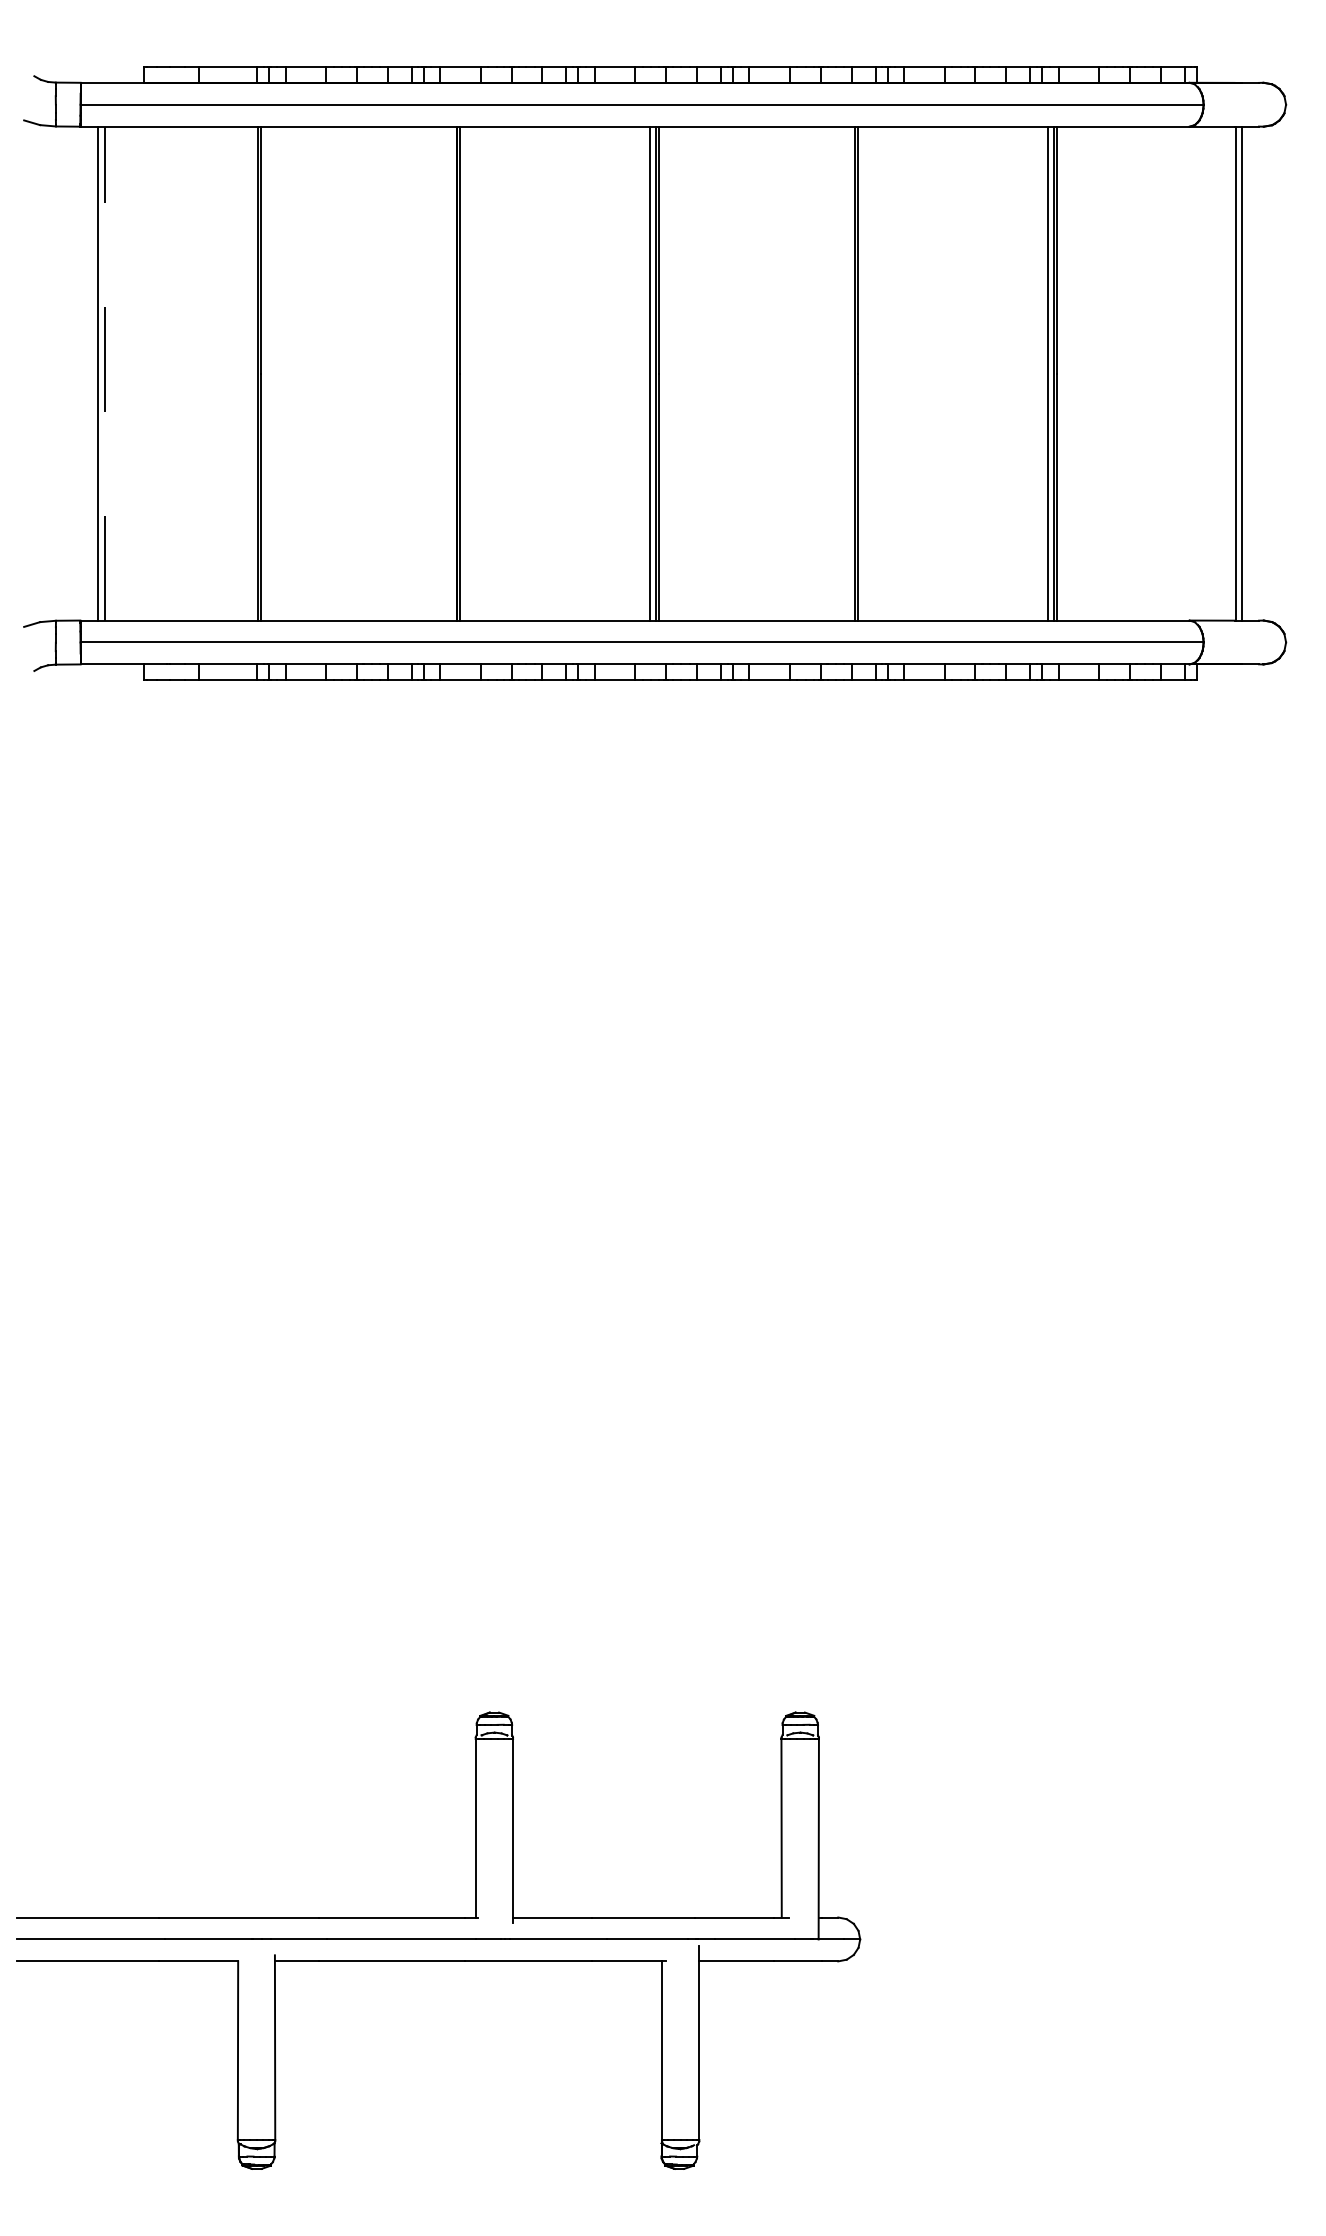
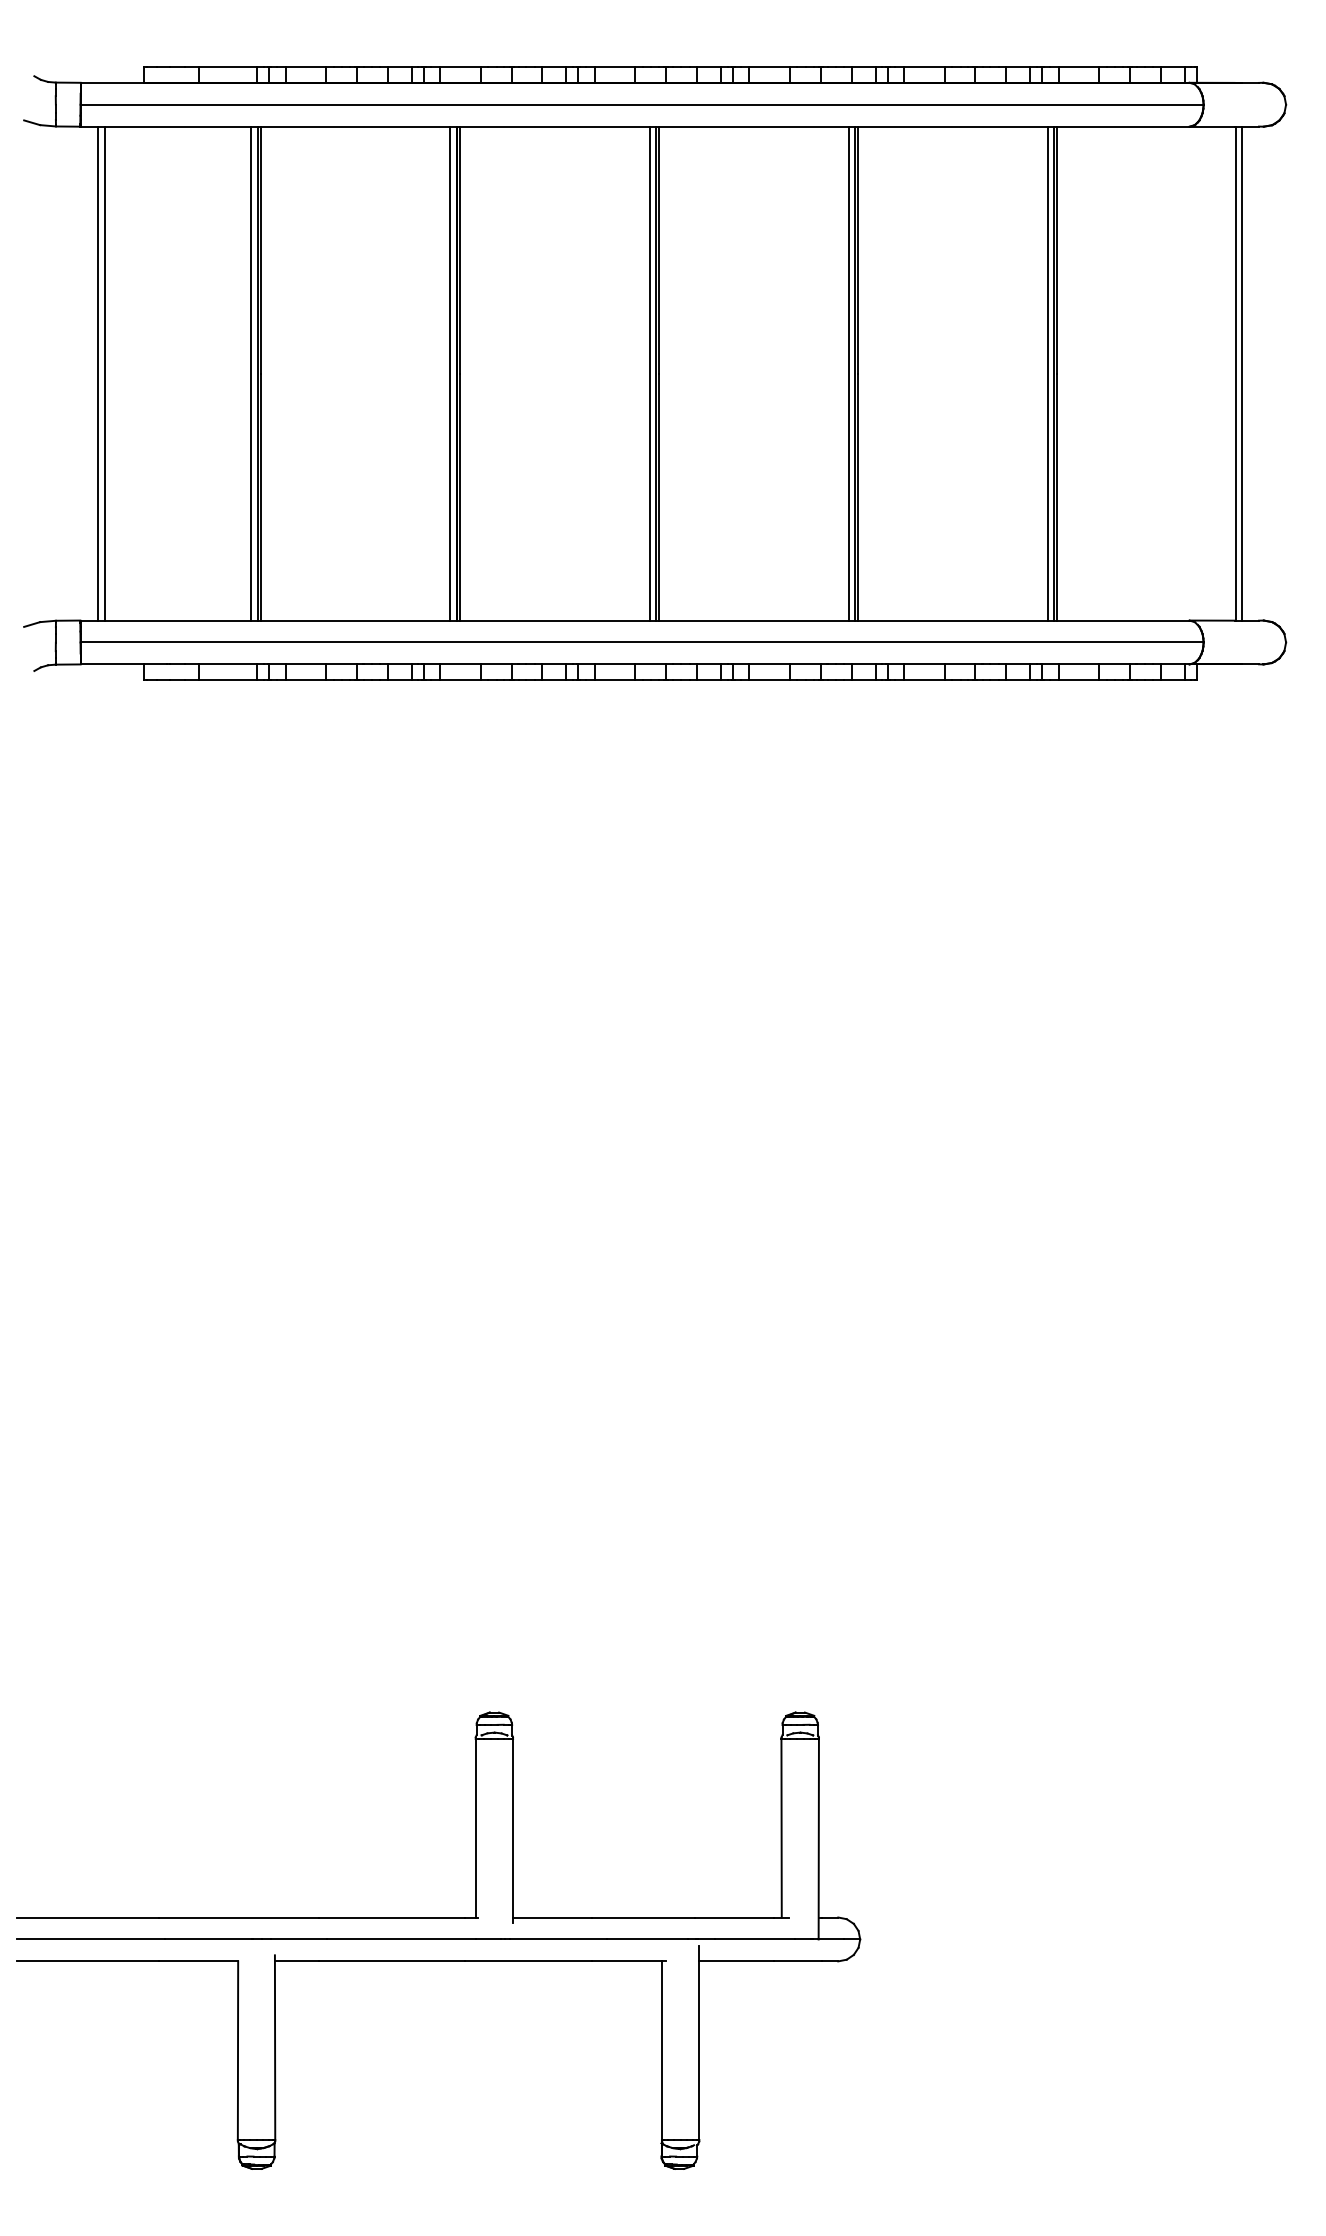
line at (104, 373): dashed -> solid
line at (251, 373): none -> present
line at (450, 373): none -> present
line at (848, 373): none -> present
